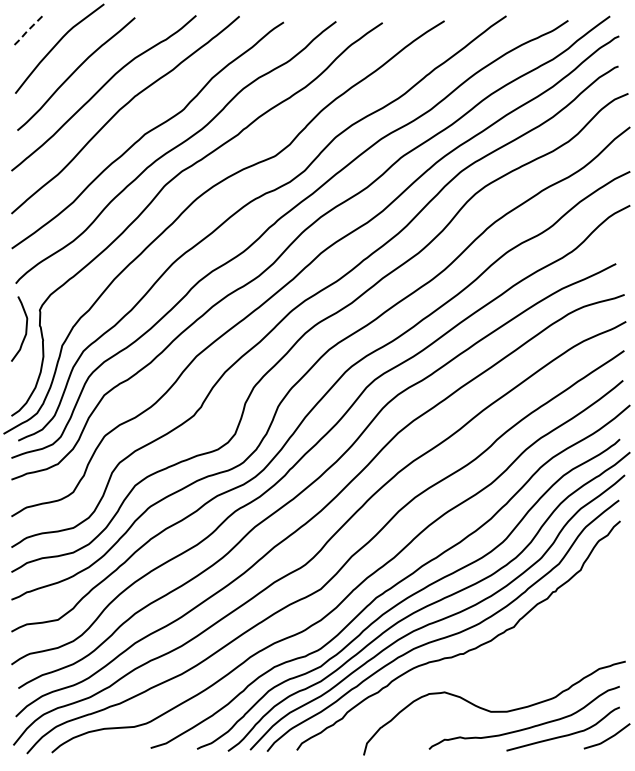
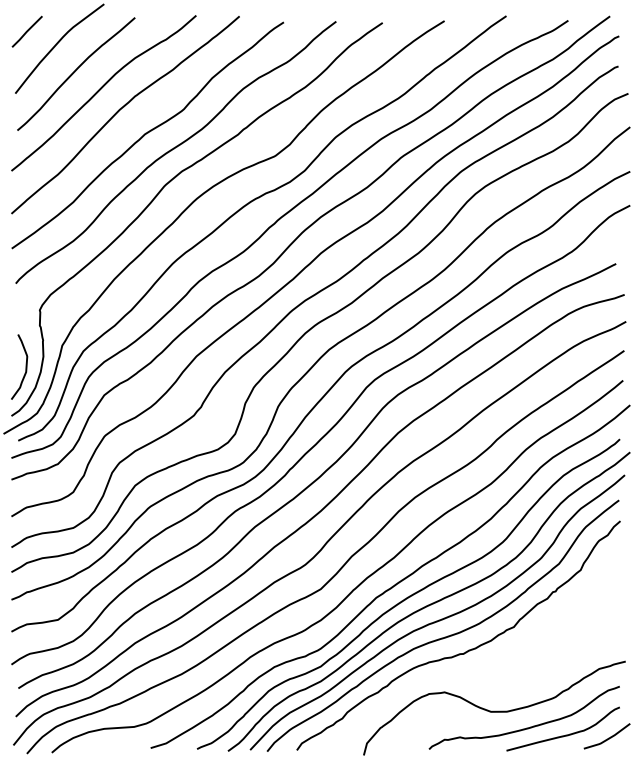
line at (26, 31): dashed -> solid
curve at (25, 328) position: (25, 328) -> (25, 366)
